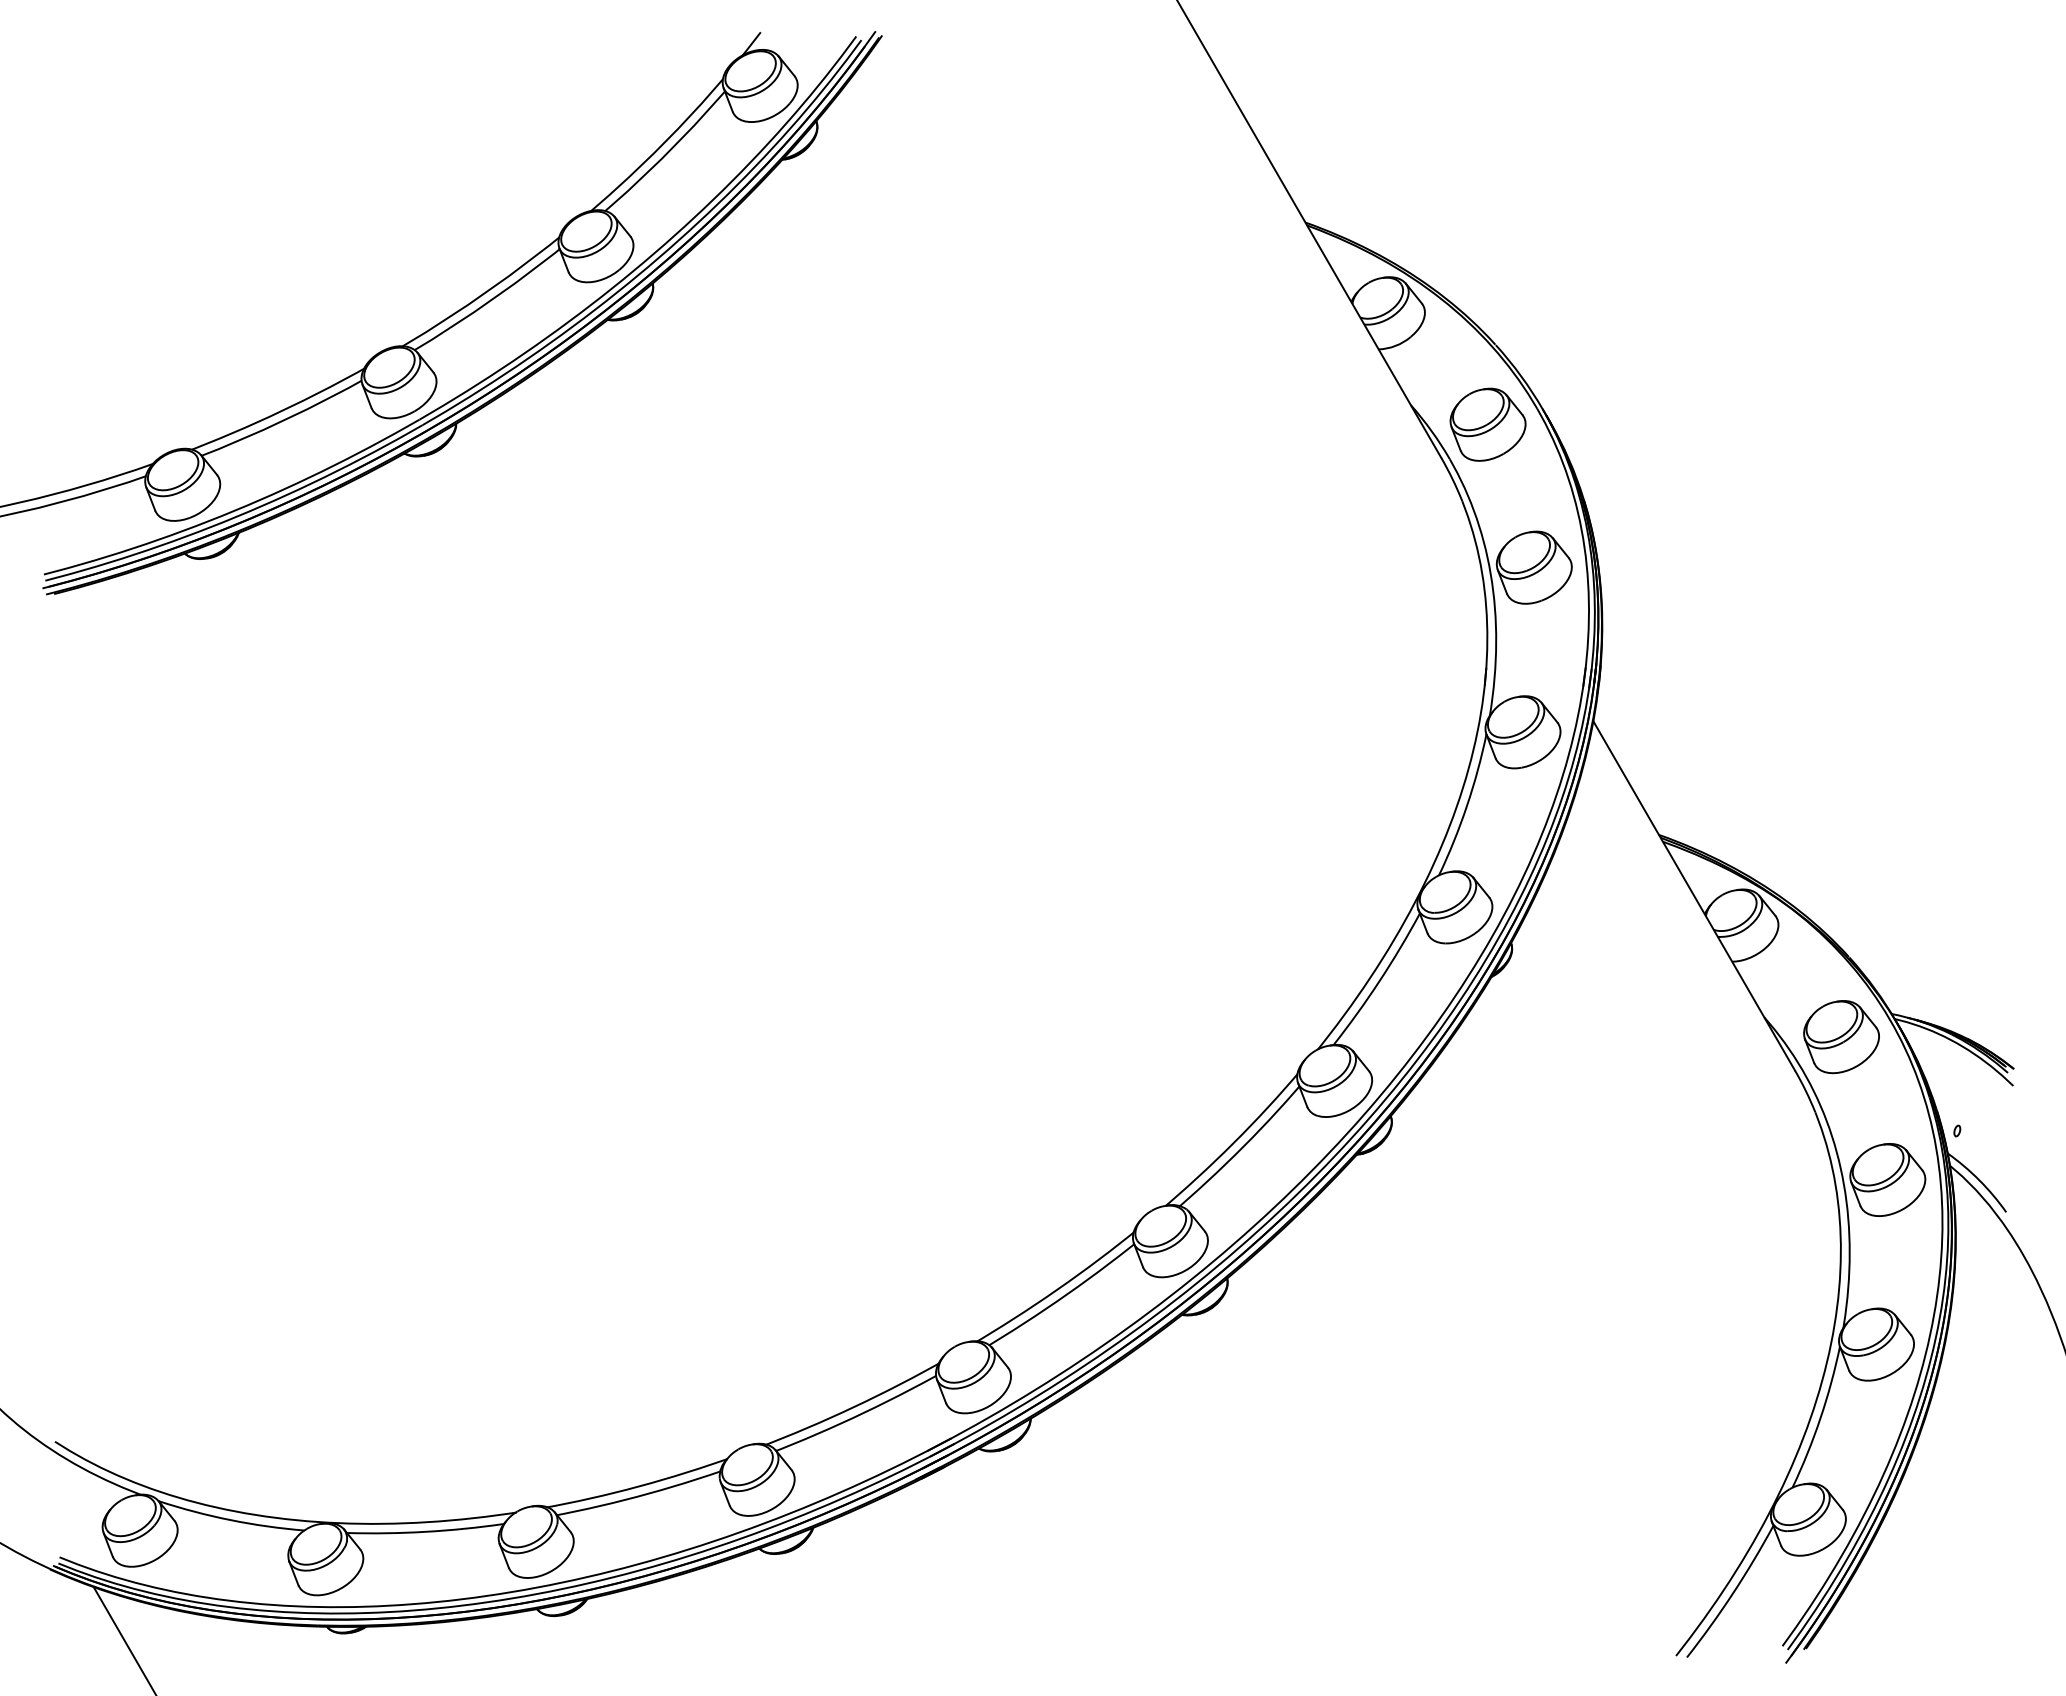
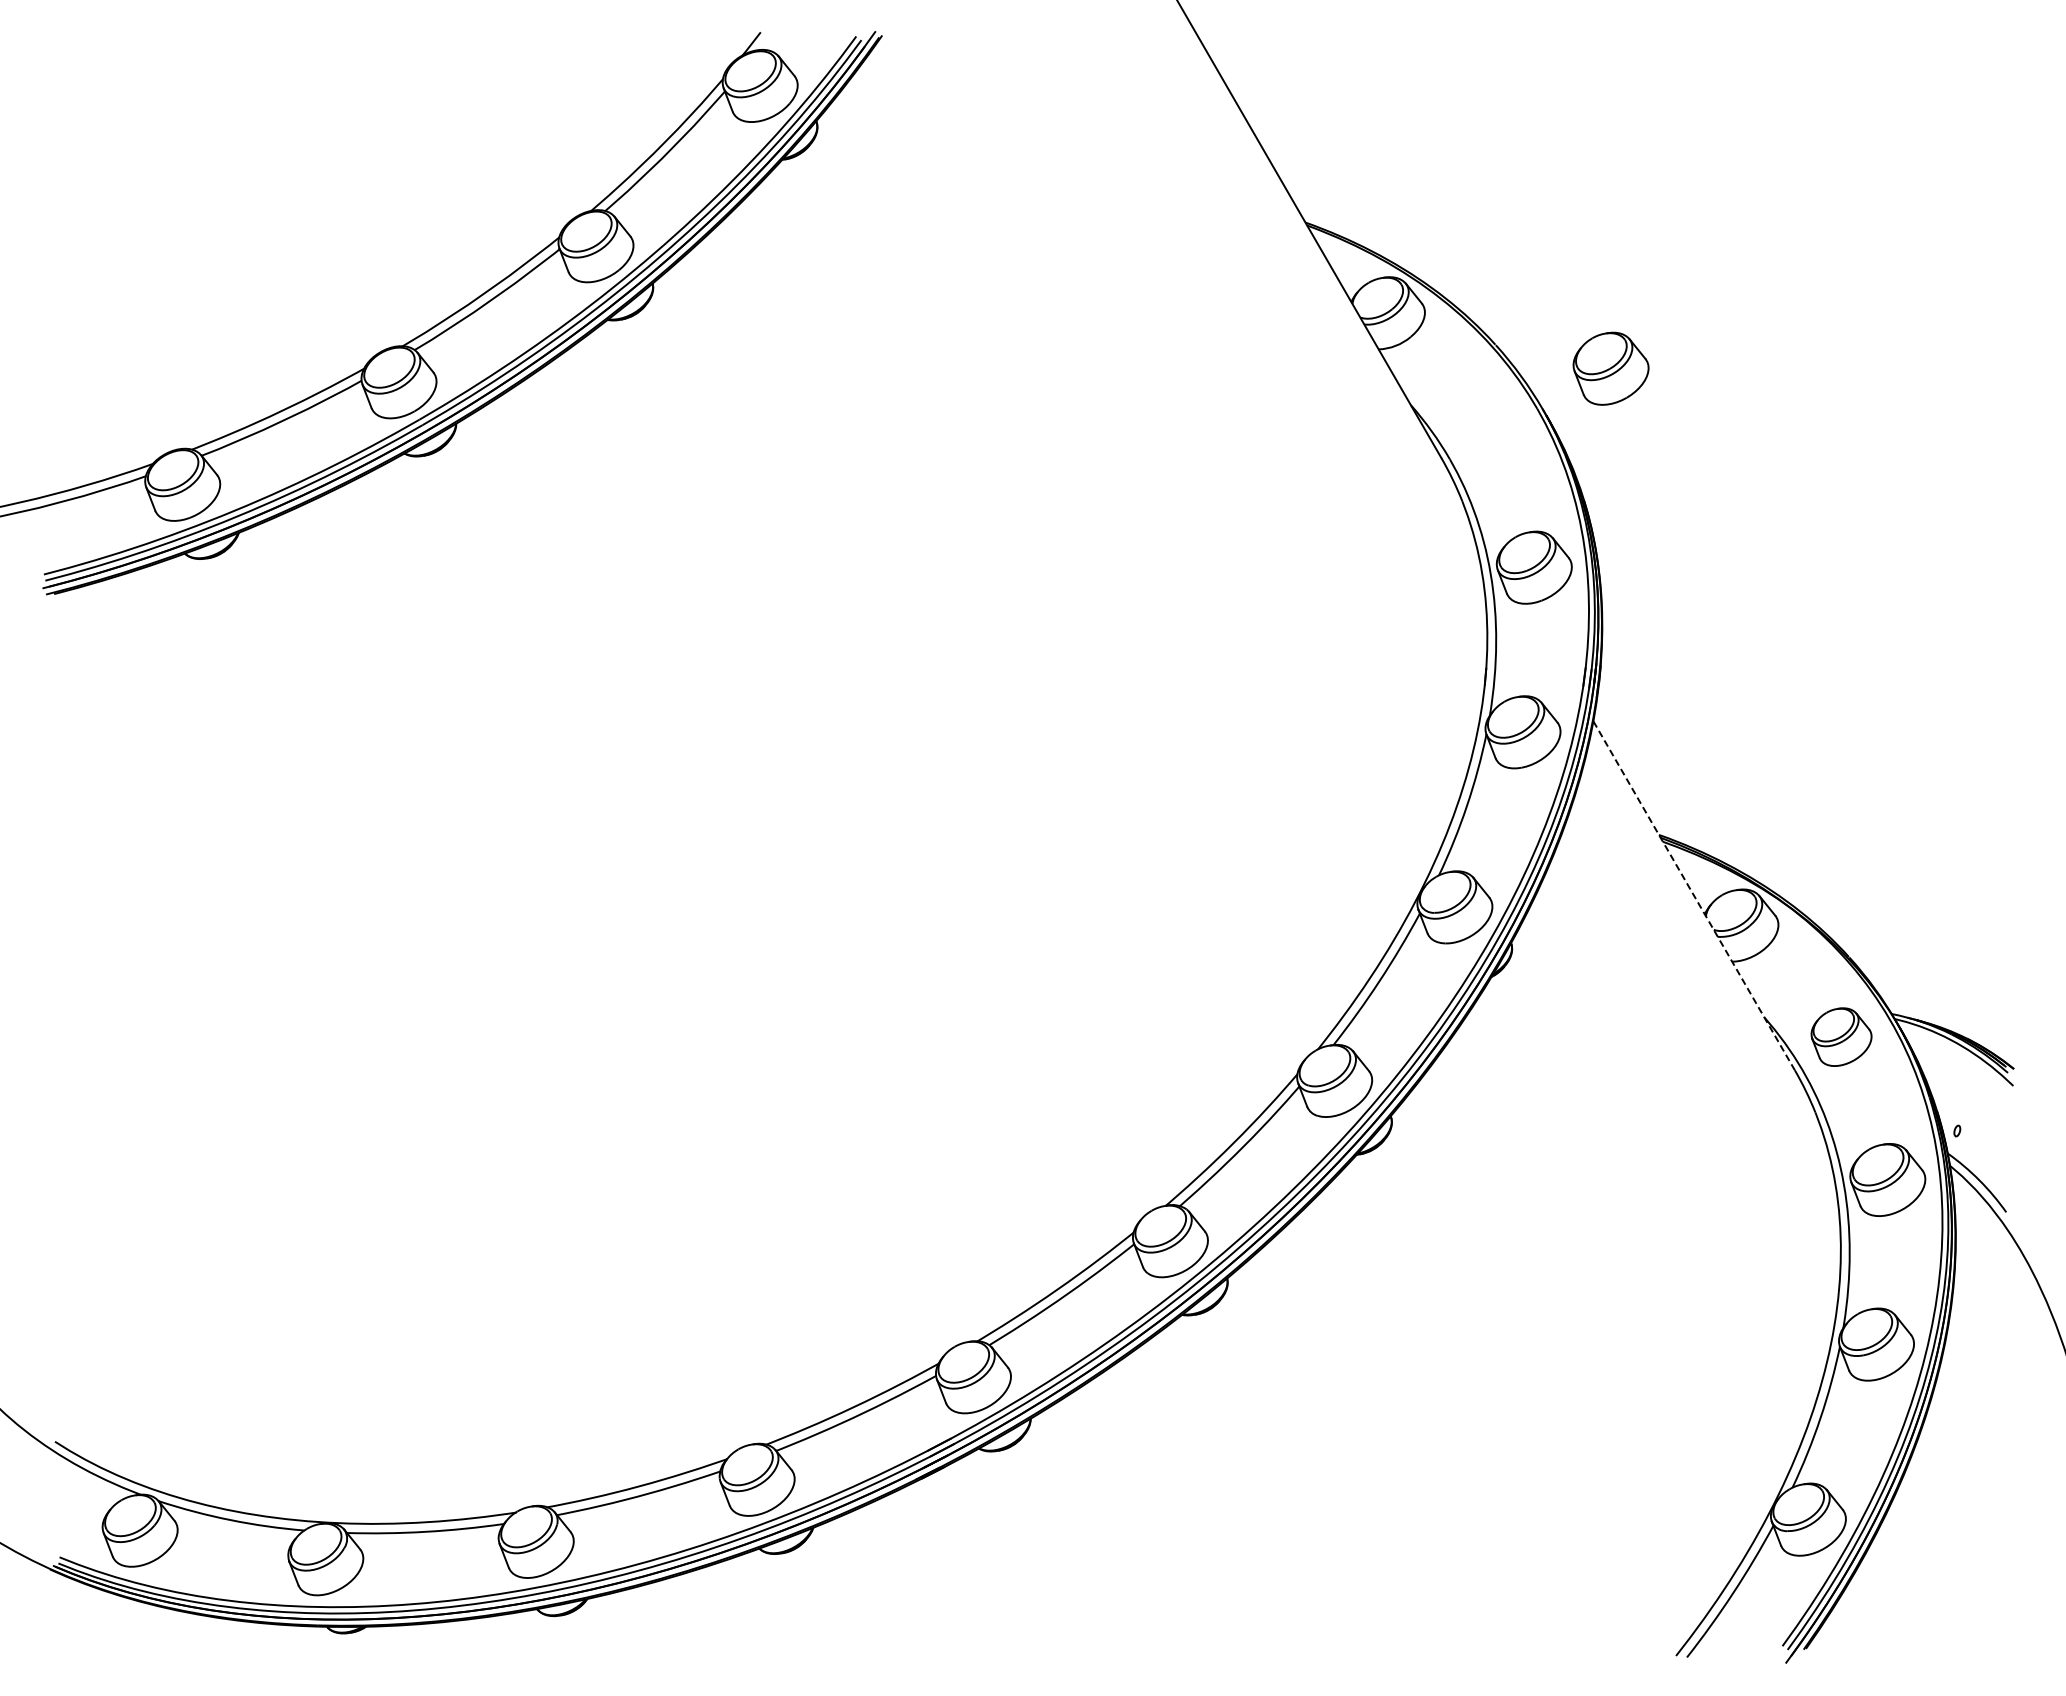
part at (1487, 424) position: (1487, 424) -> (1610, 368)
line at (1694, 895): solid -> dashed
part at (1841, 1037) size: 77x75 px -> 63x60 px
line at (123, 1639): present -> none
